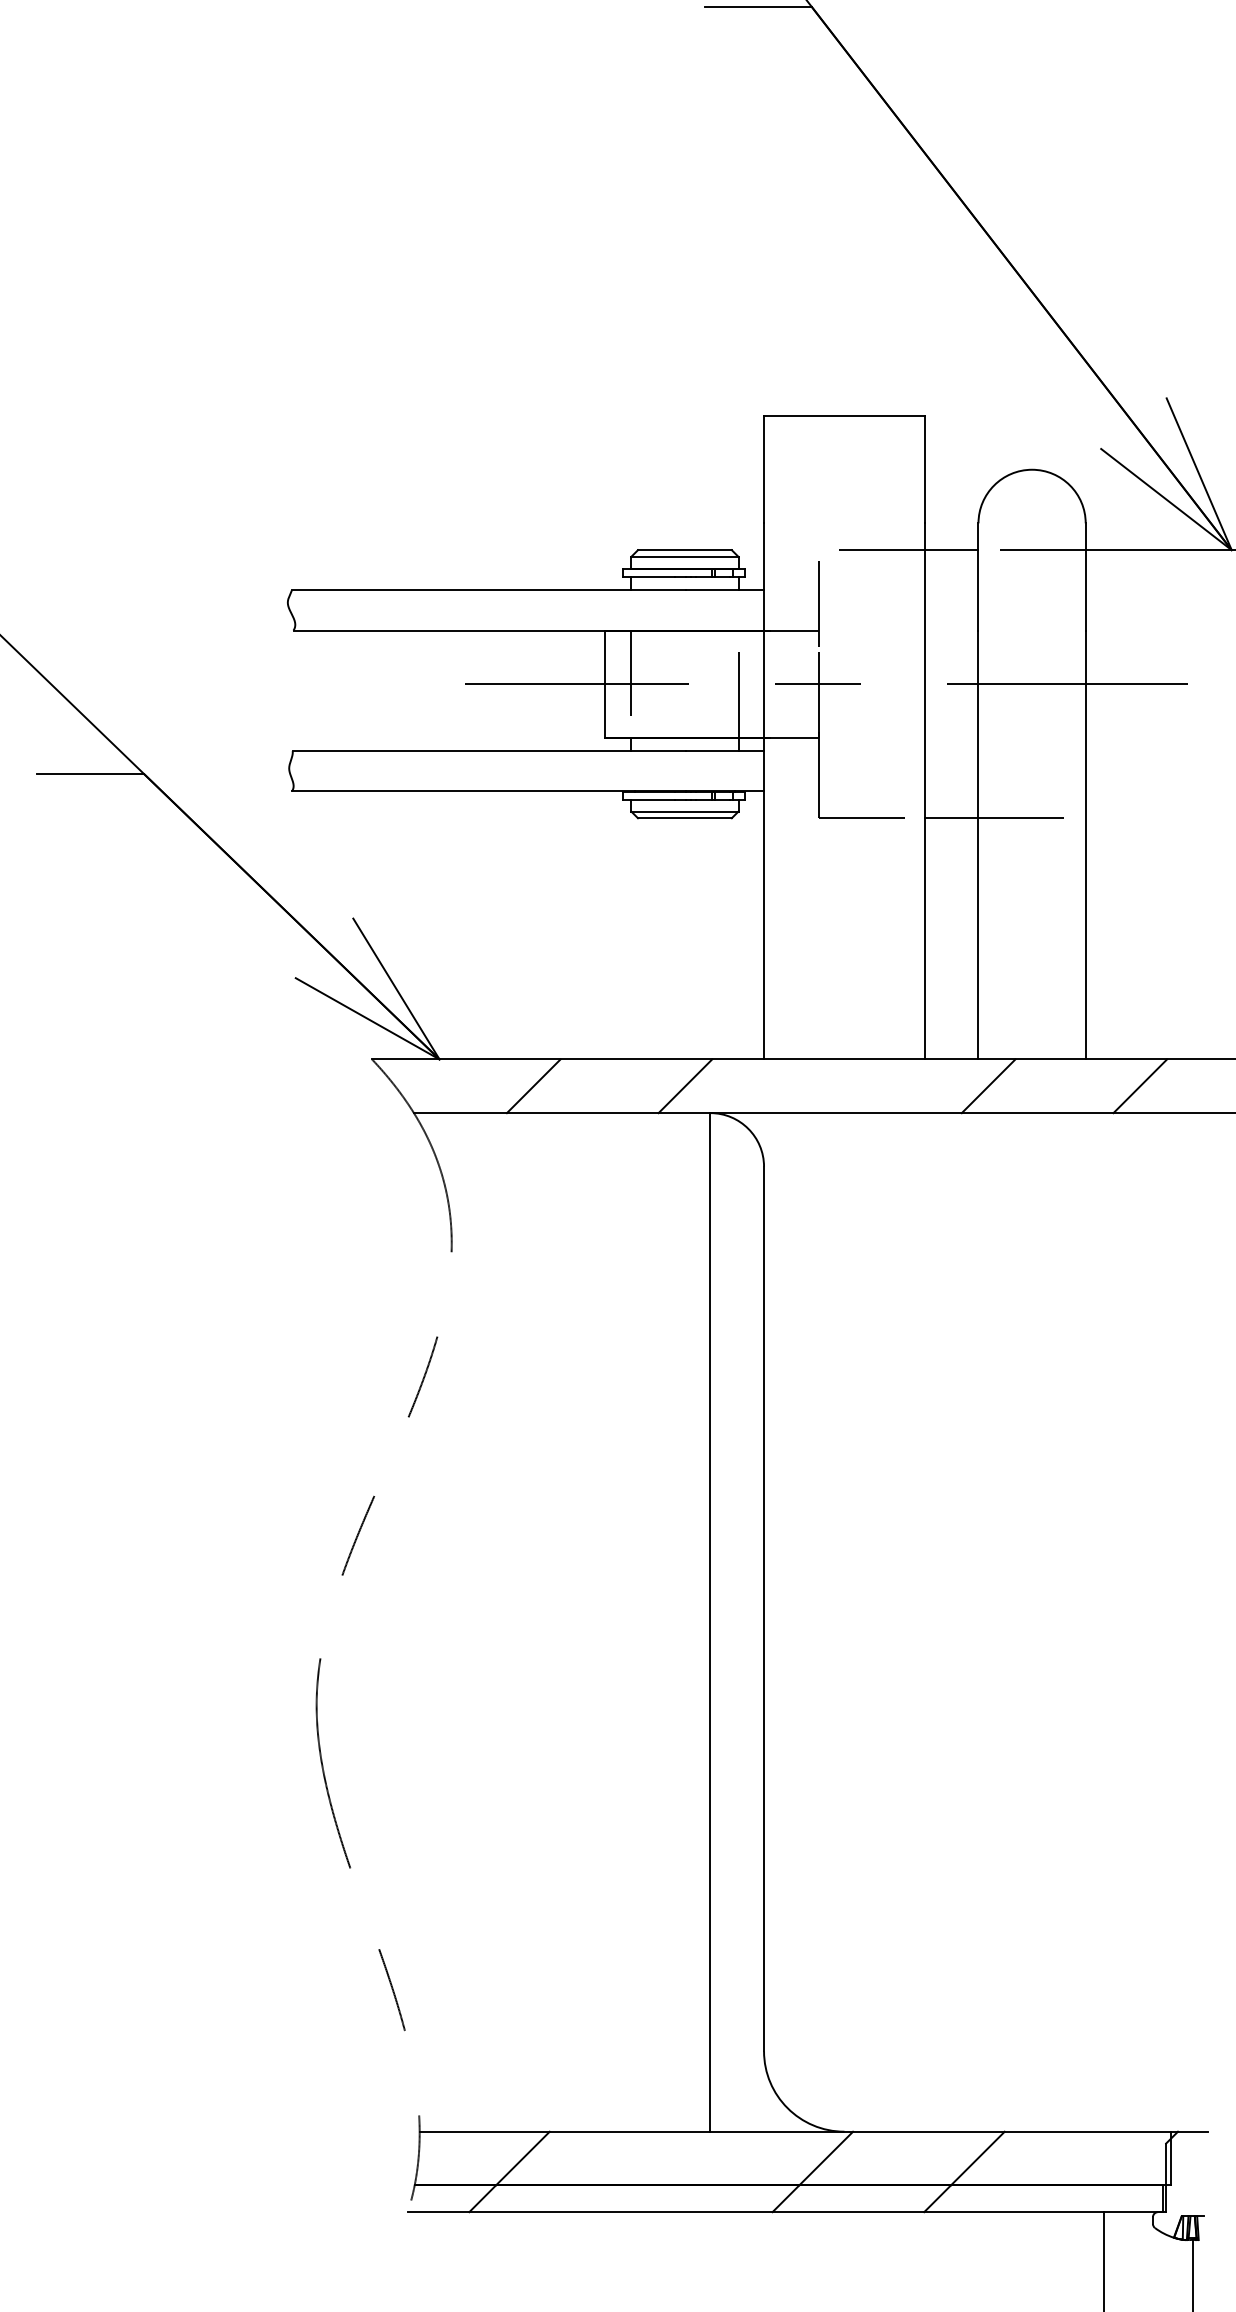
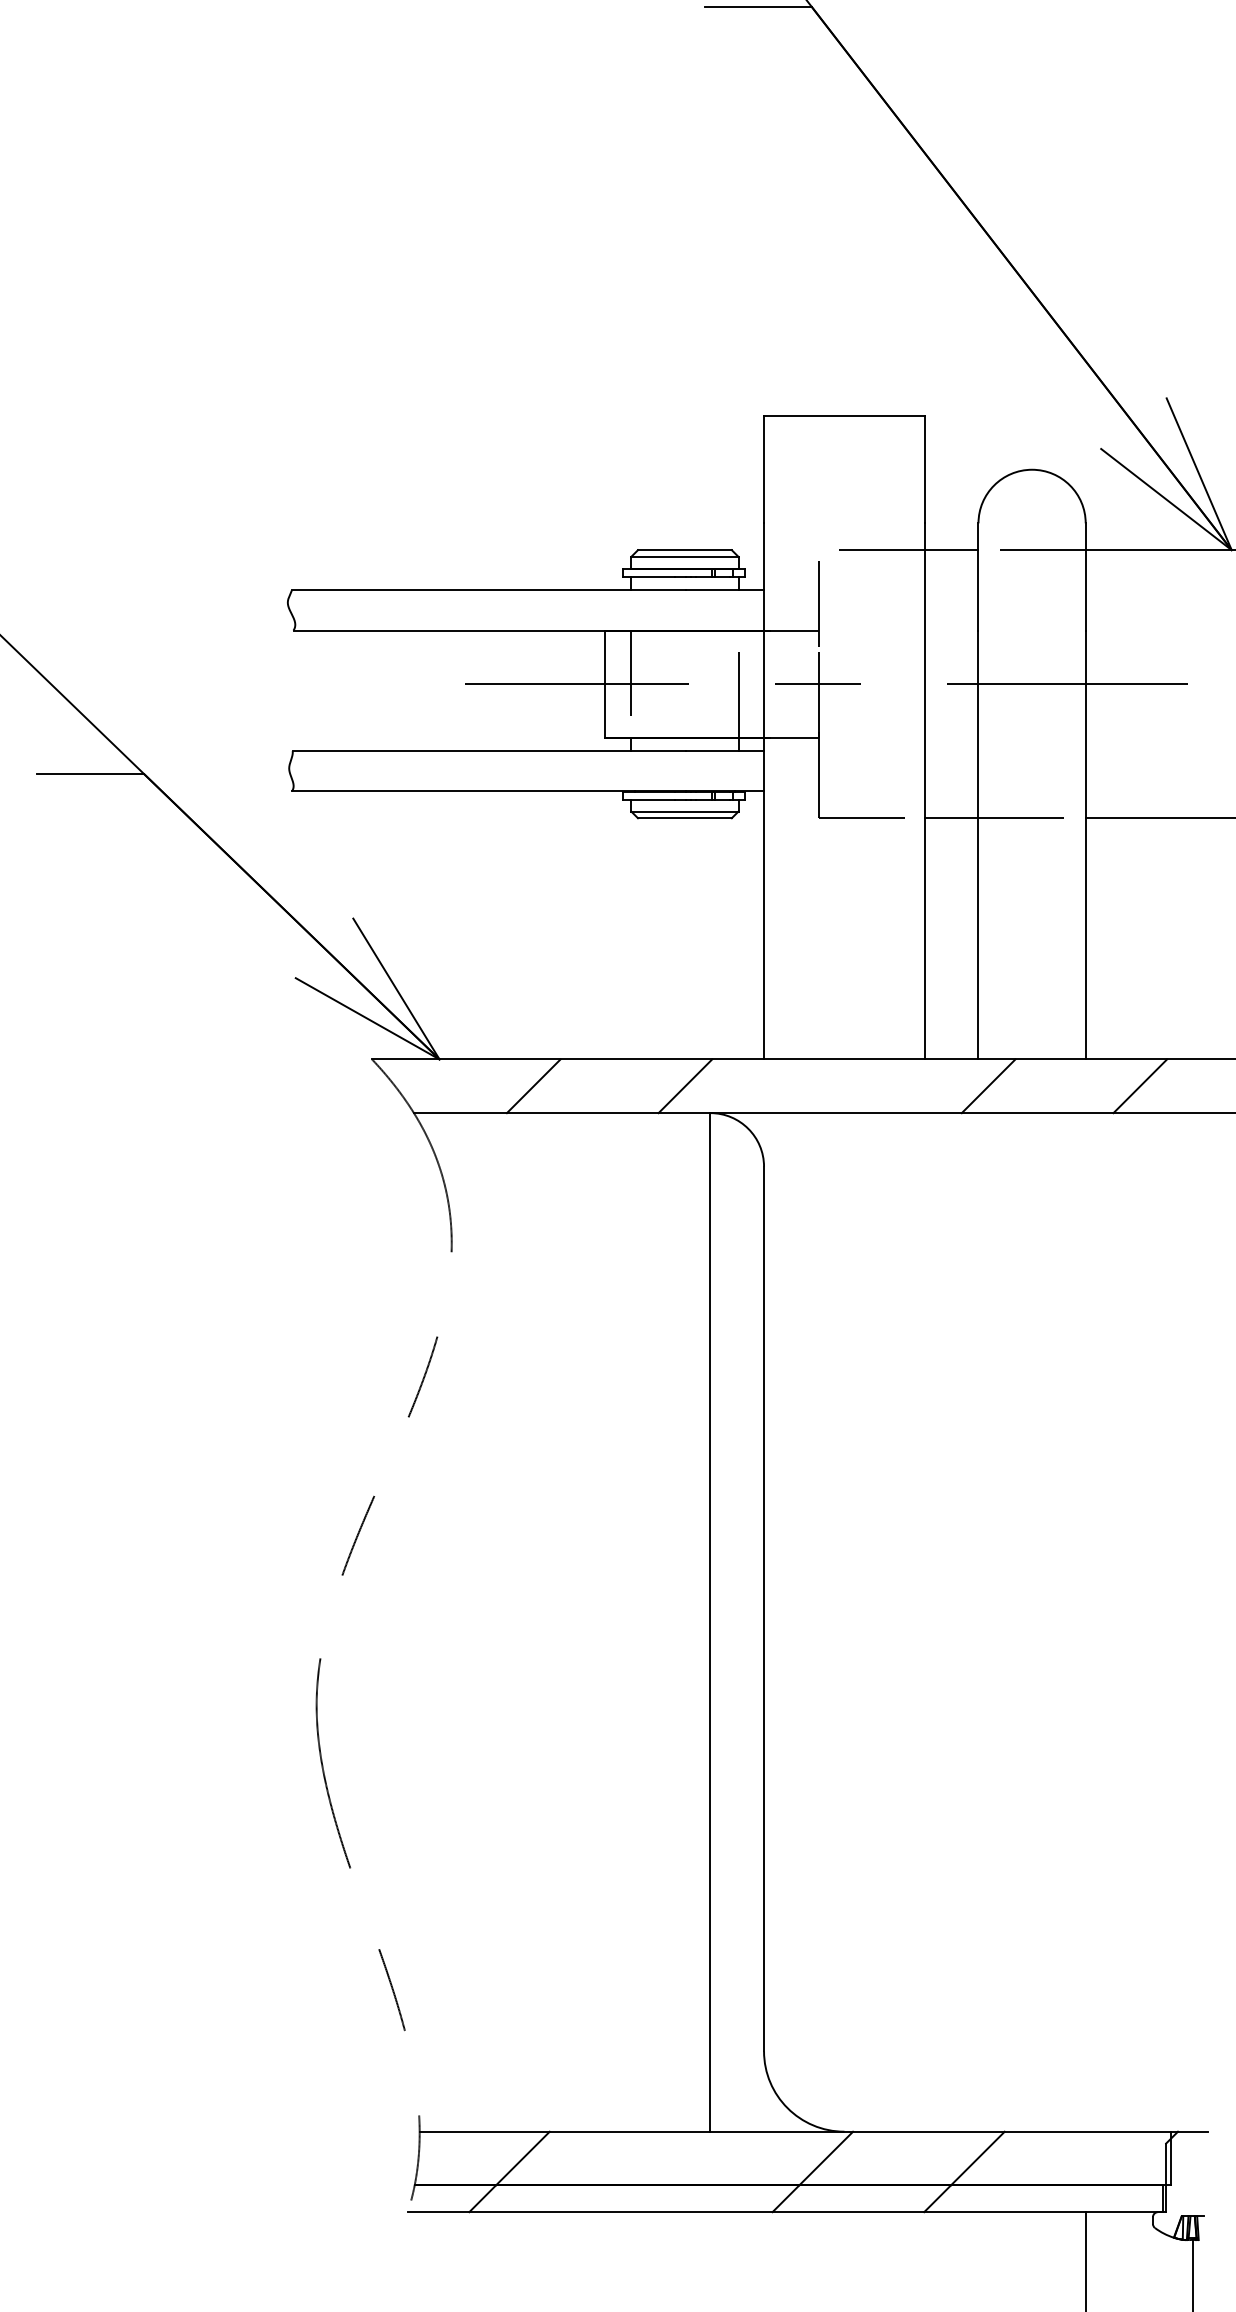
line at (1158, 818): none -> present
line at (1103, 2260) position: (1103, 2260) -> (1085, 2260)
